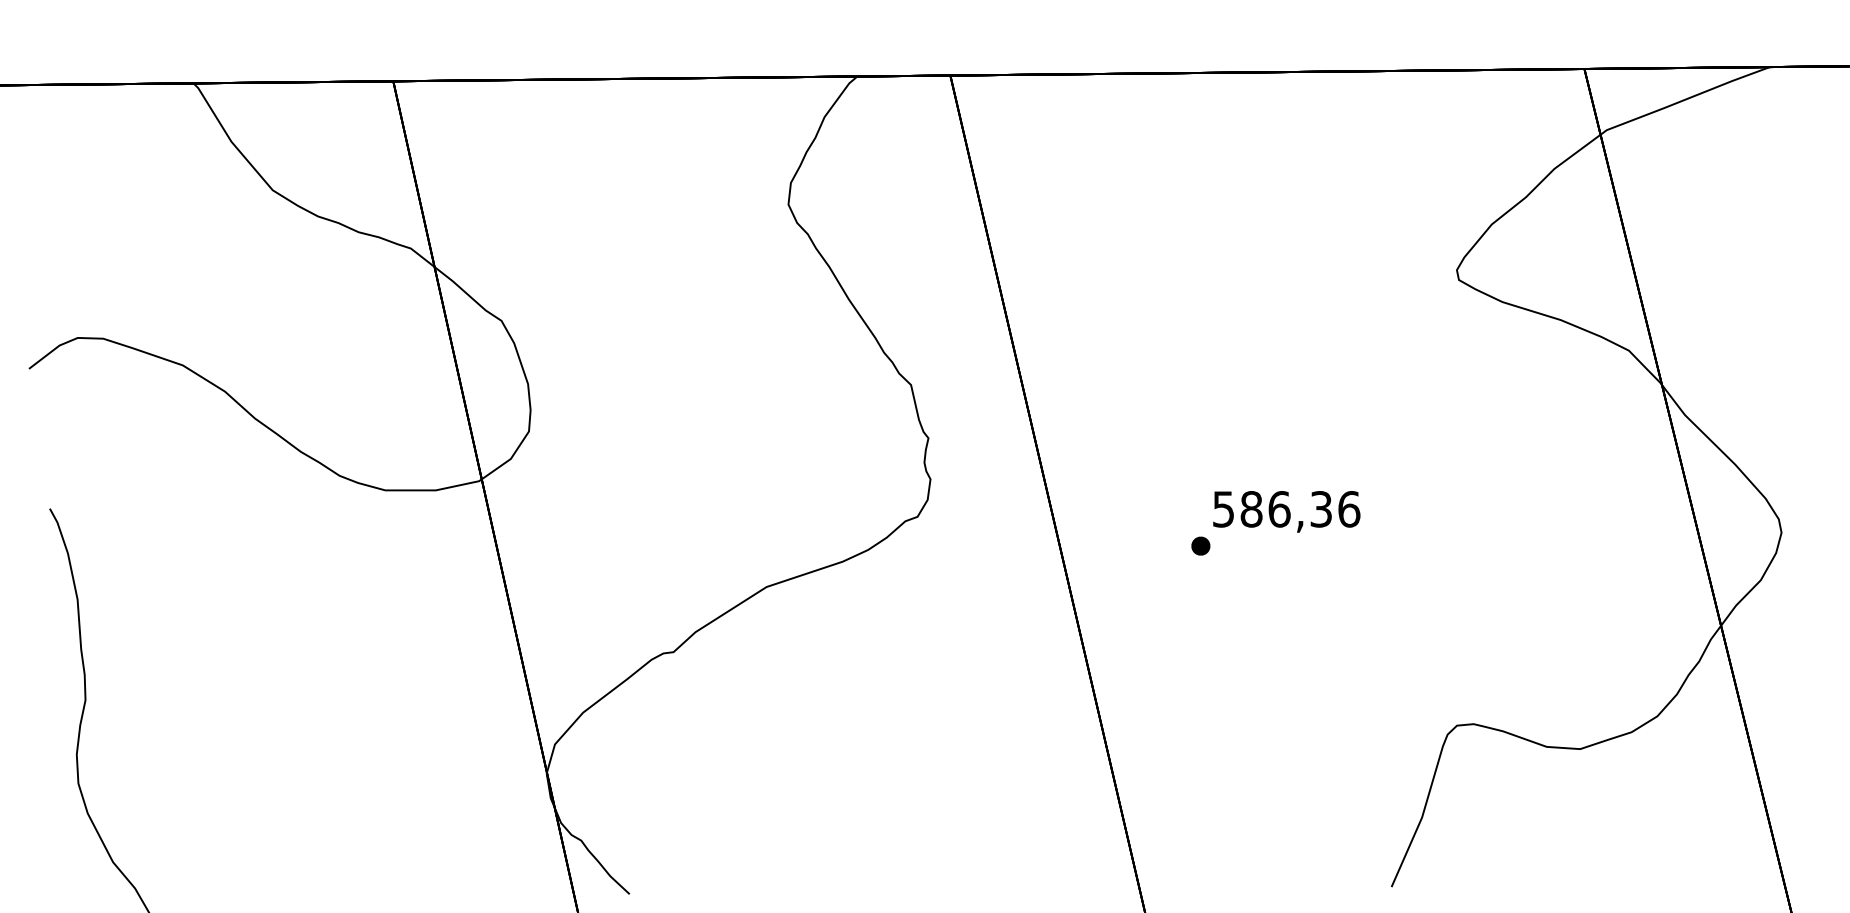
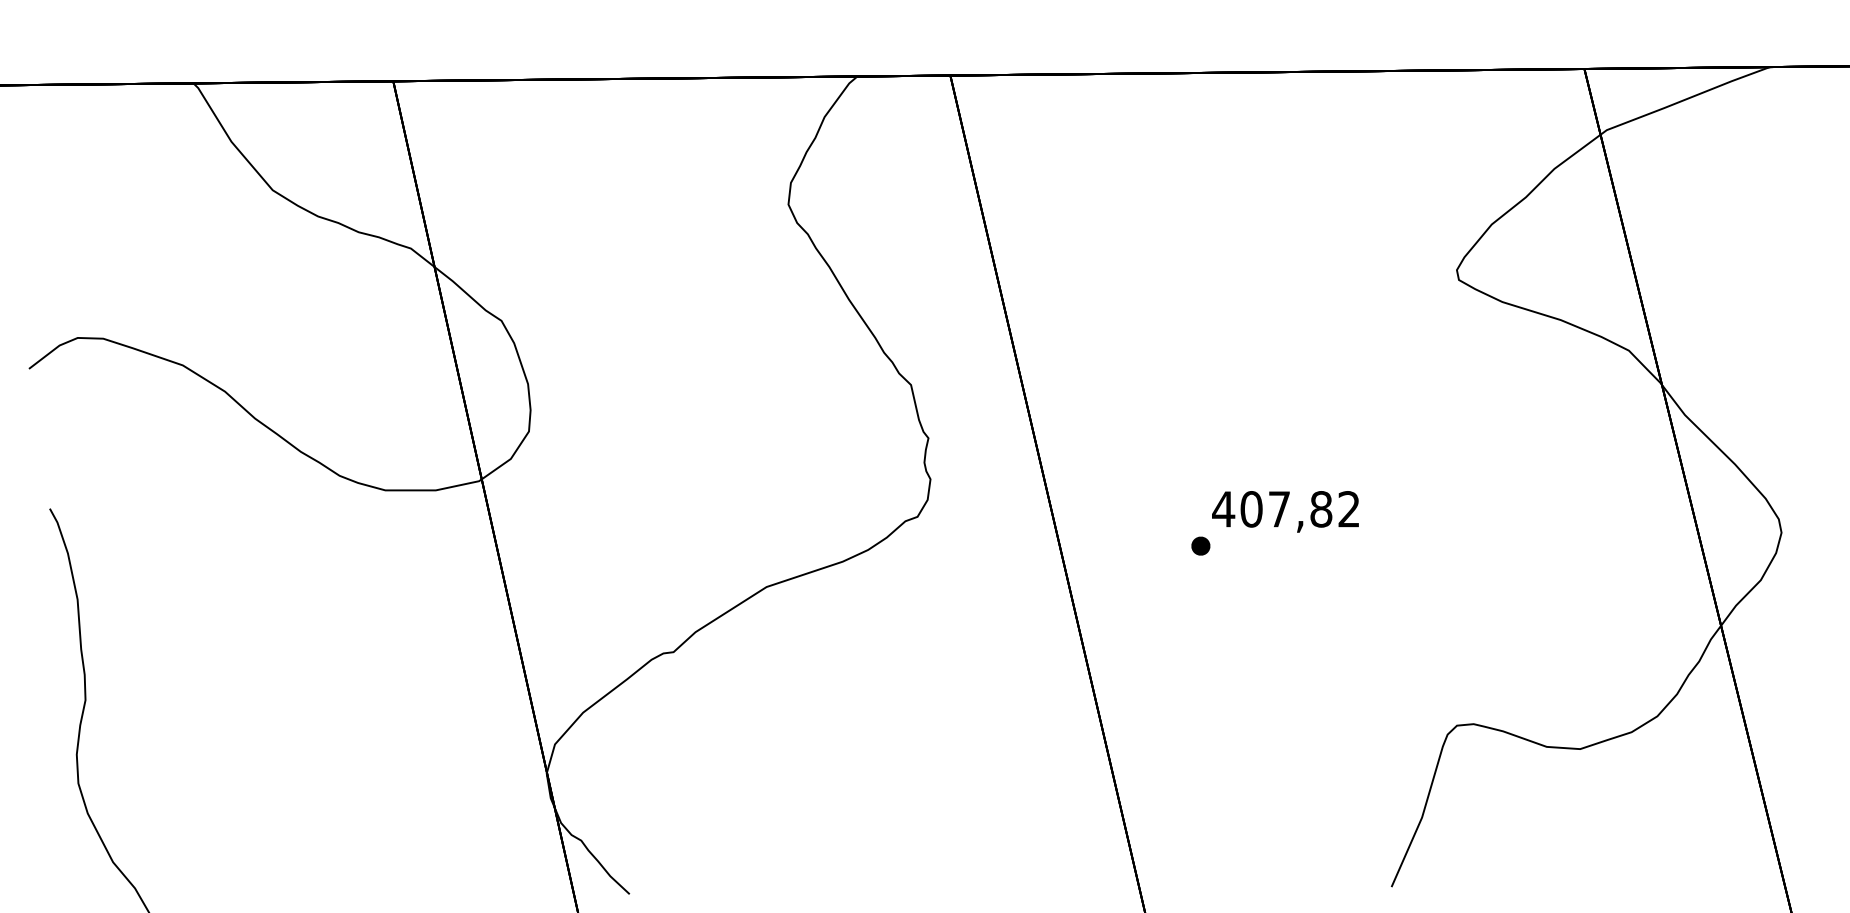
text at (1286, 509): 586,36 -> 407,82
